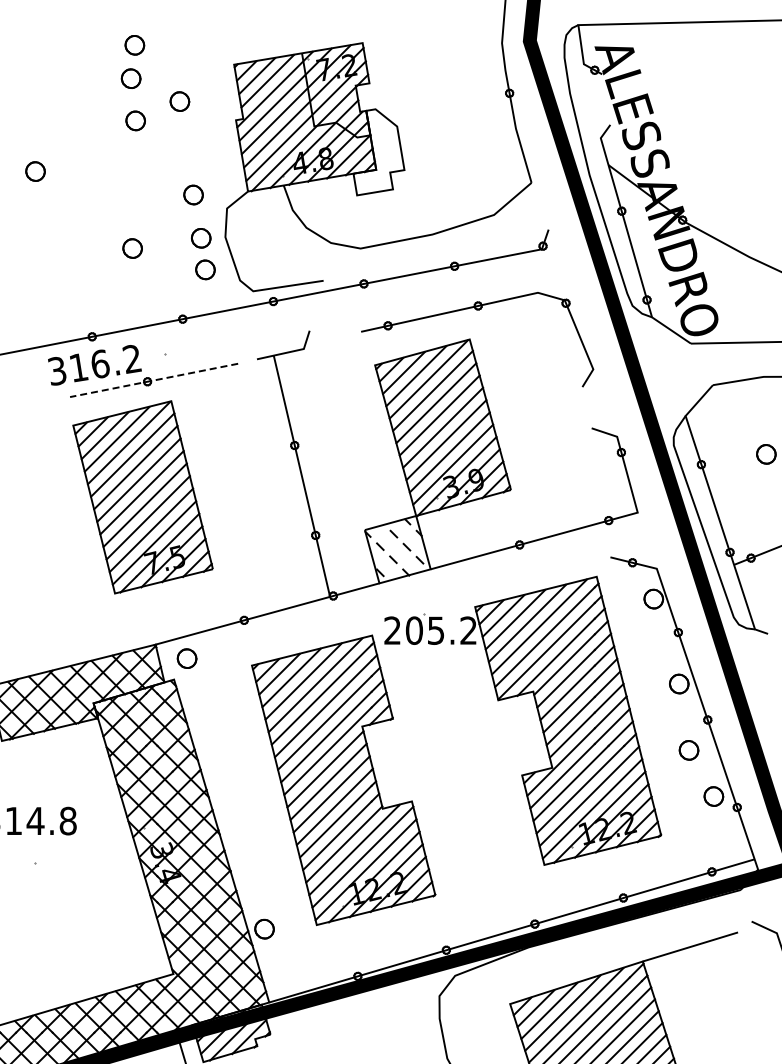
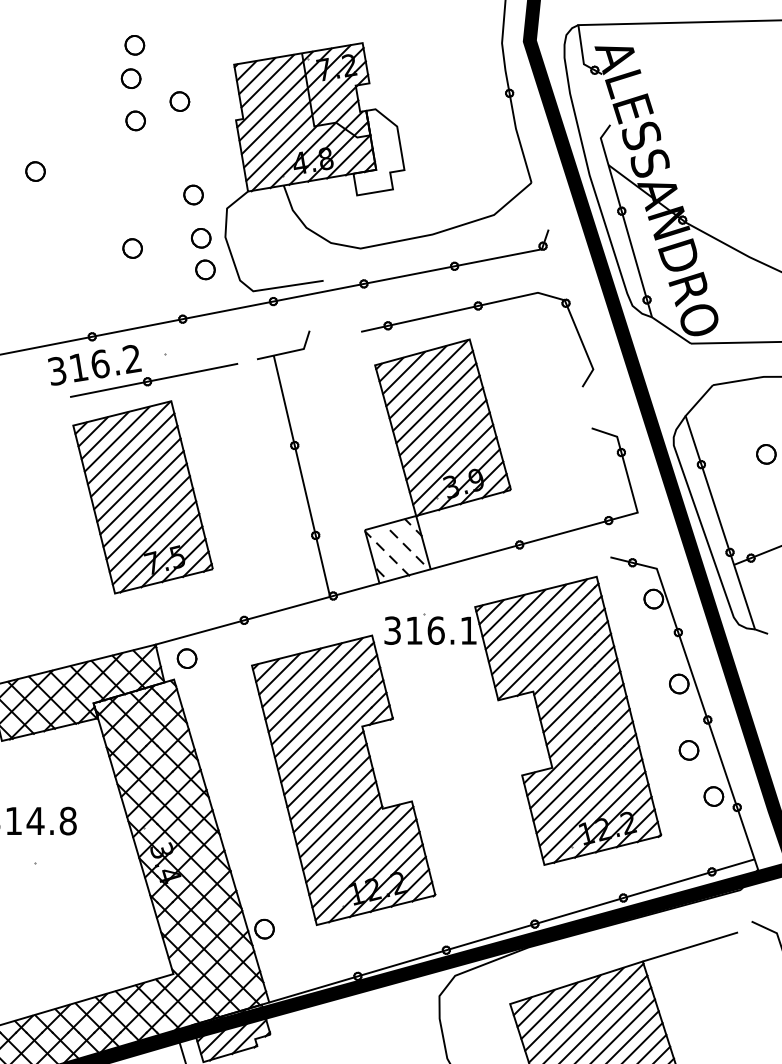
line at (154, 380): dashed -> solid
text at (430, 630): 205.2 -> 316.1
